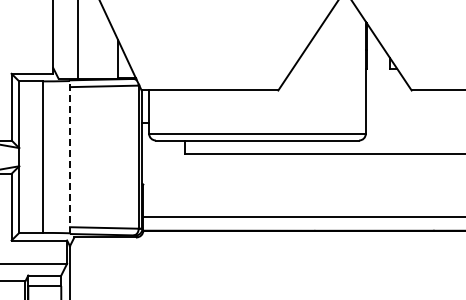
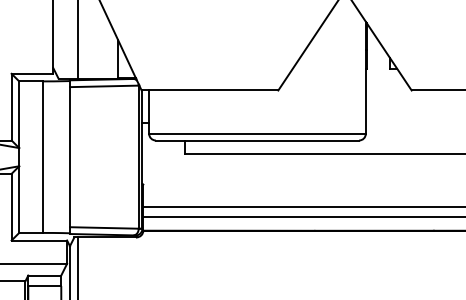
line at (69, 157): dashed -> solid
line at (302, 207): none -> present
line at (78, 266): none -> present
